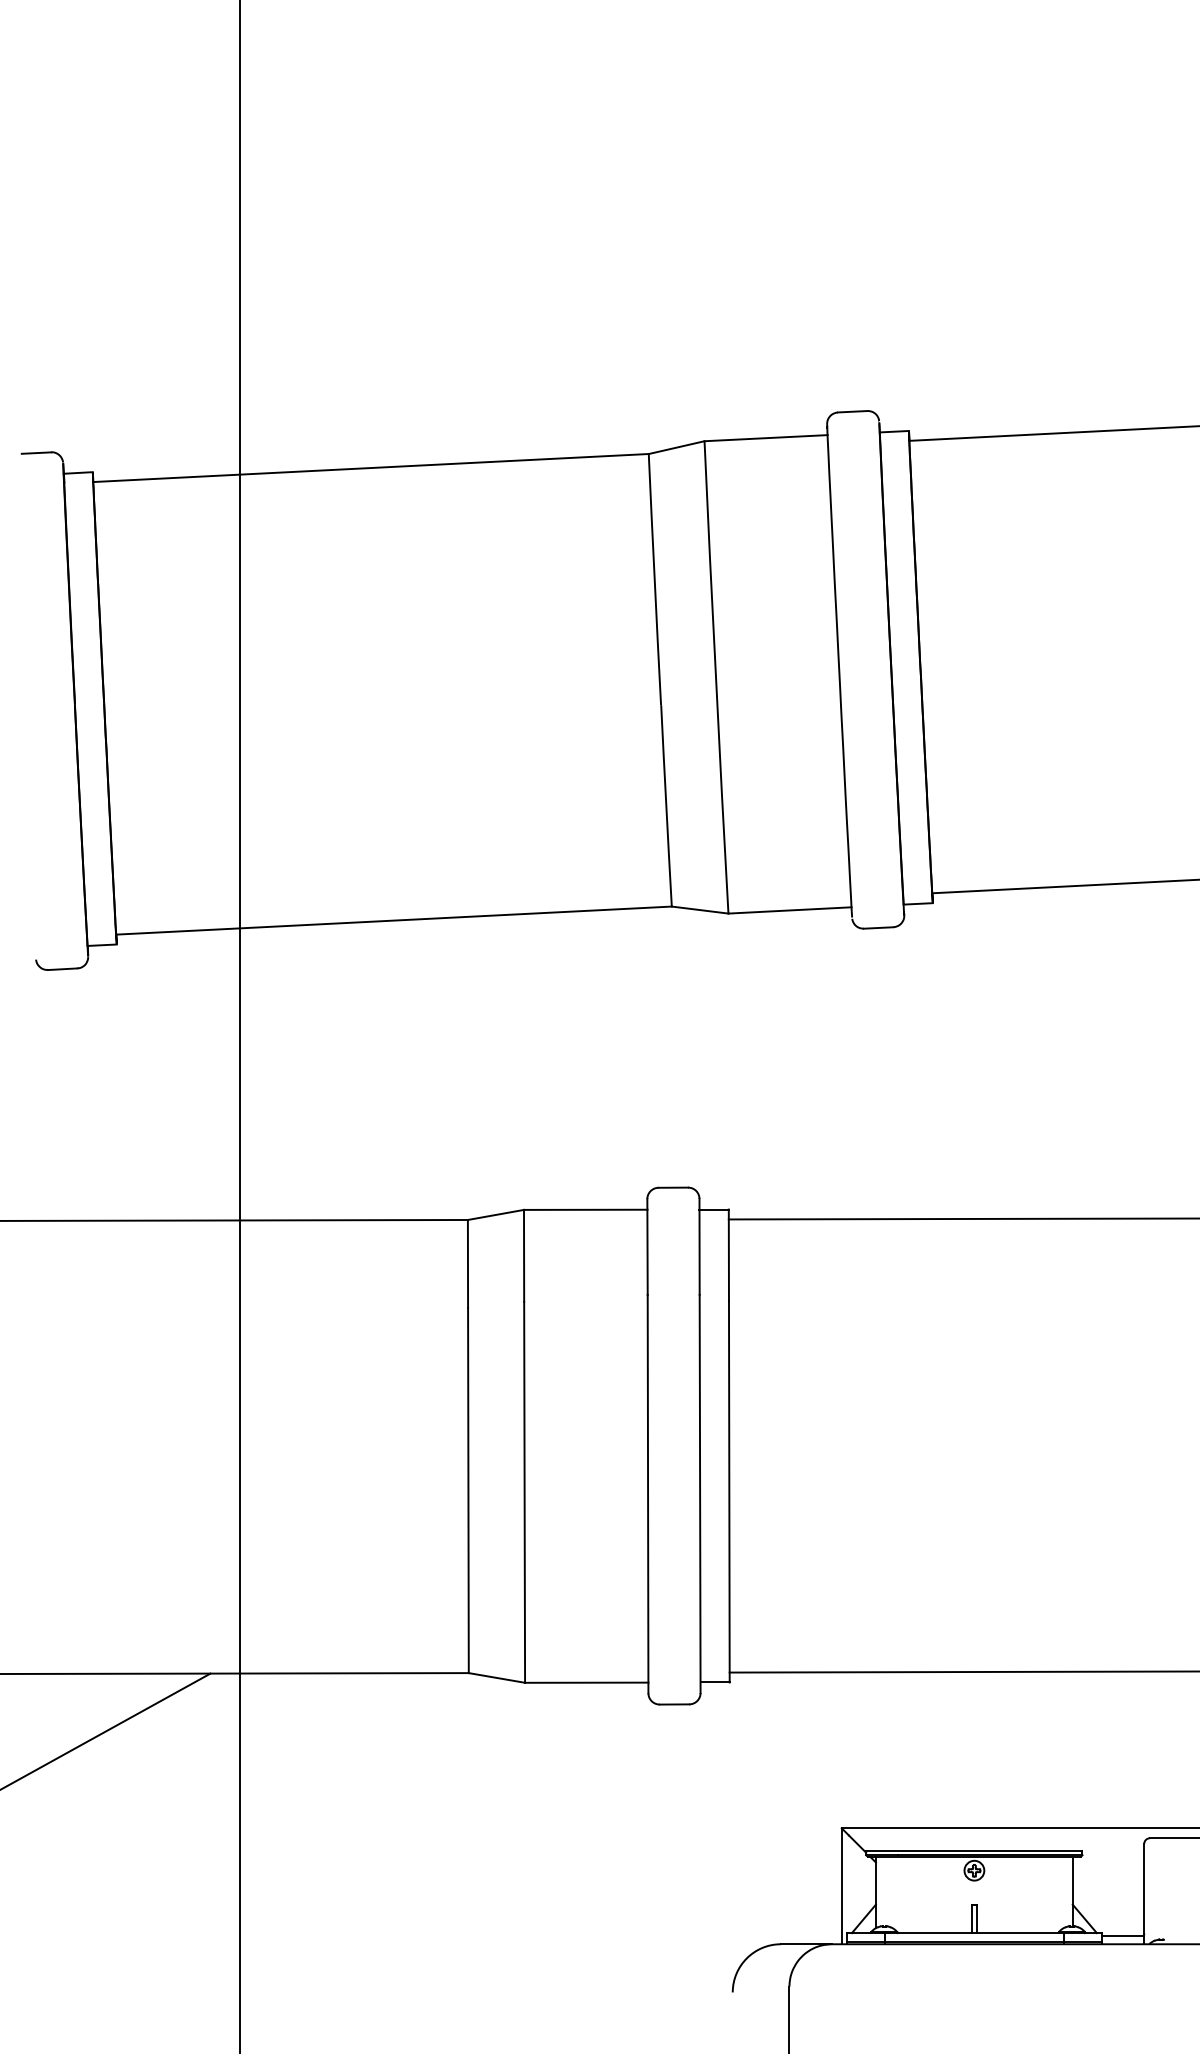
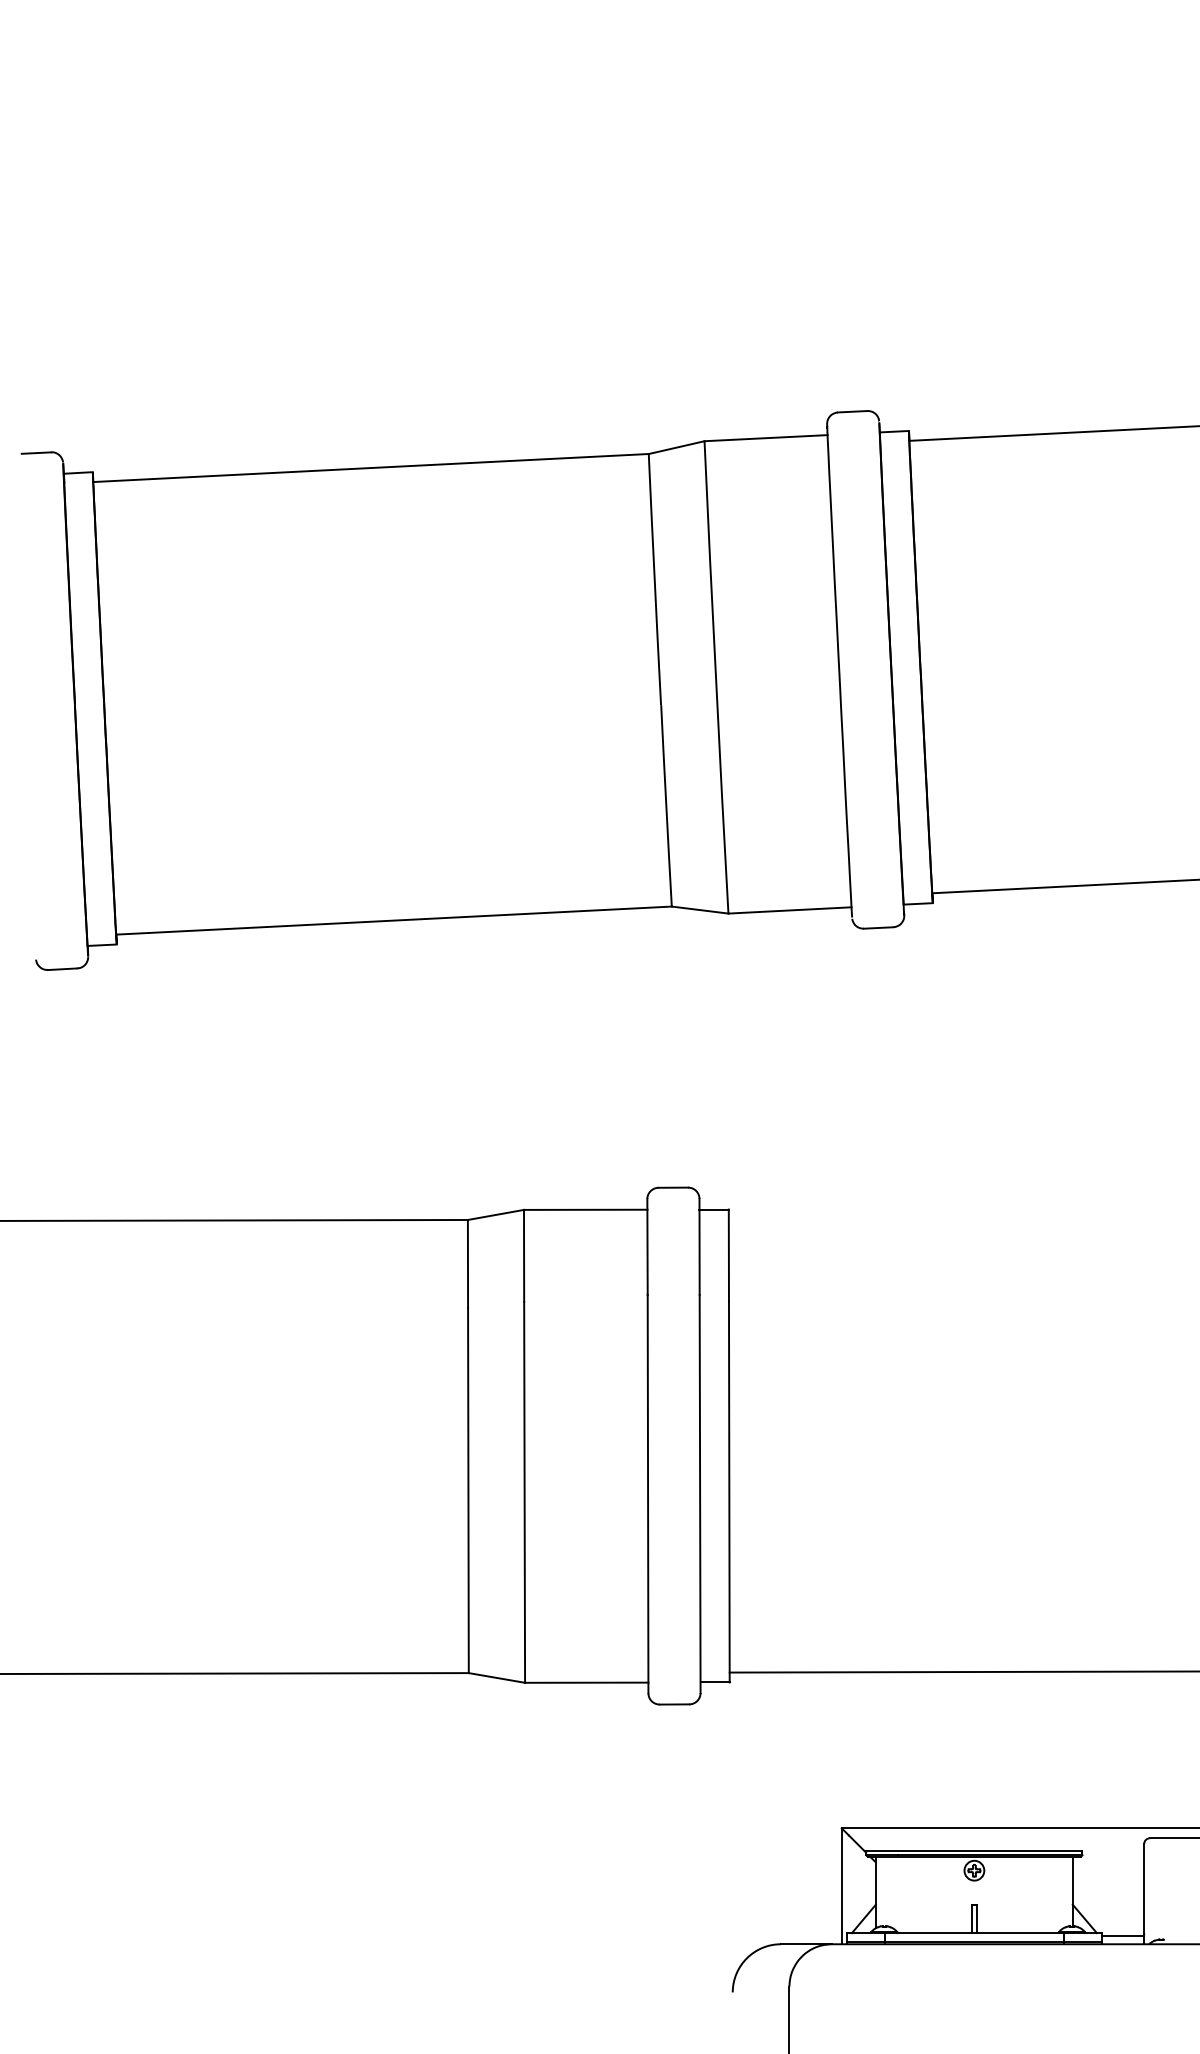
line at (240, 1026): present -> none
line at (962, 1218): present -> none
line at (106, 1730): present -> none
